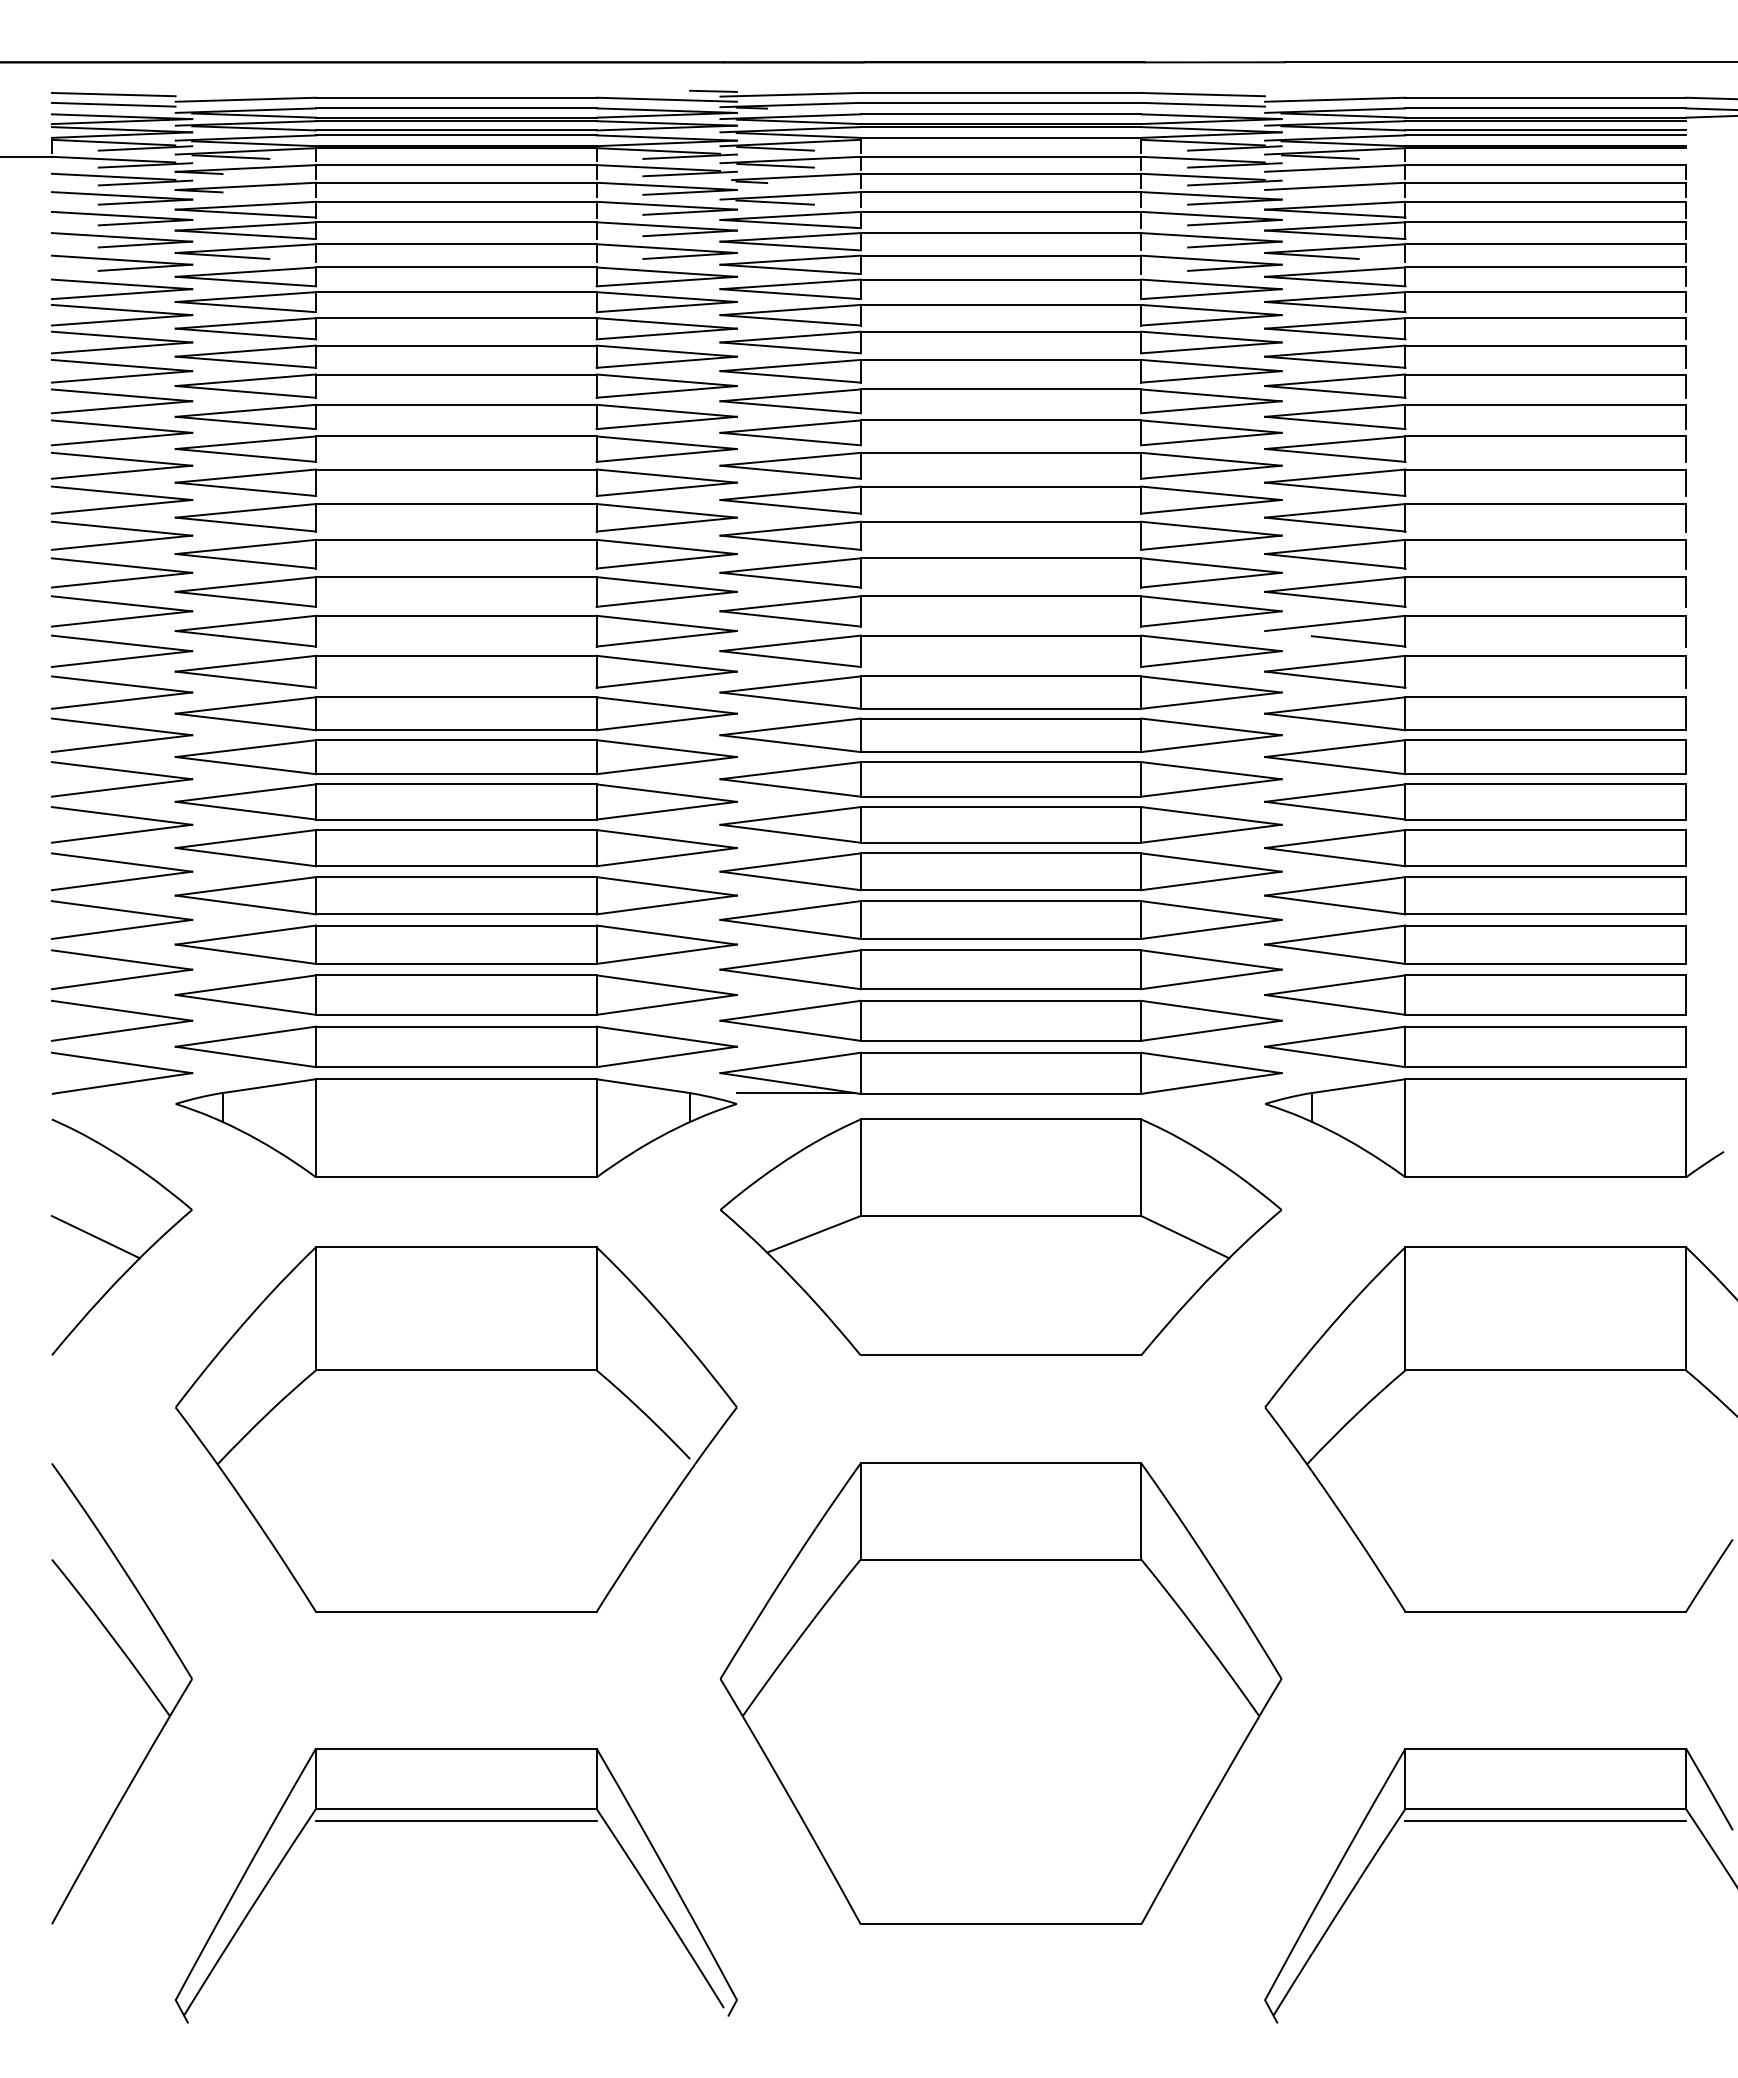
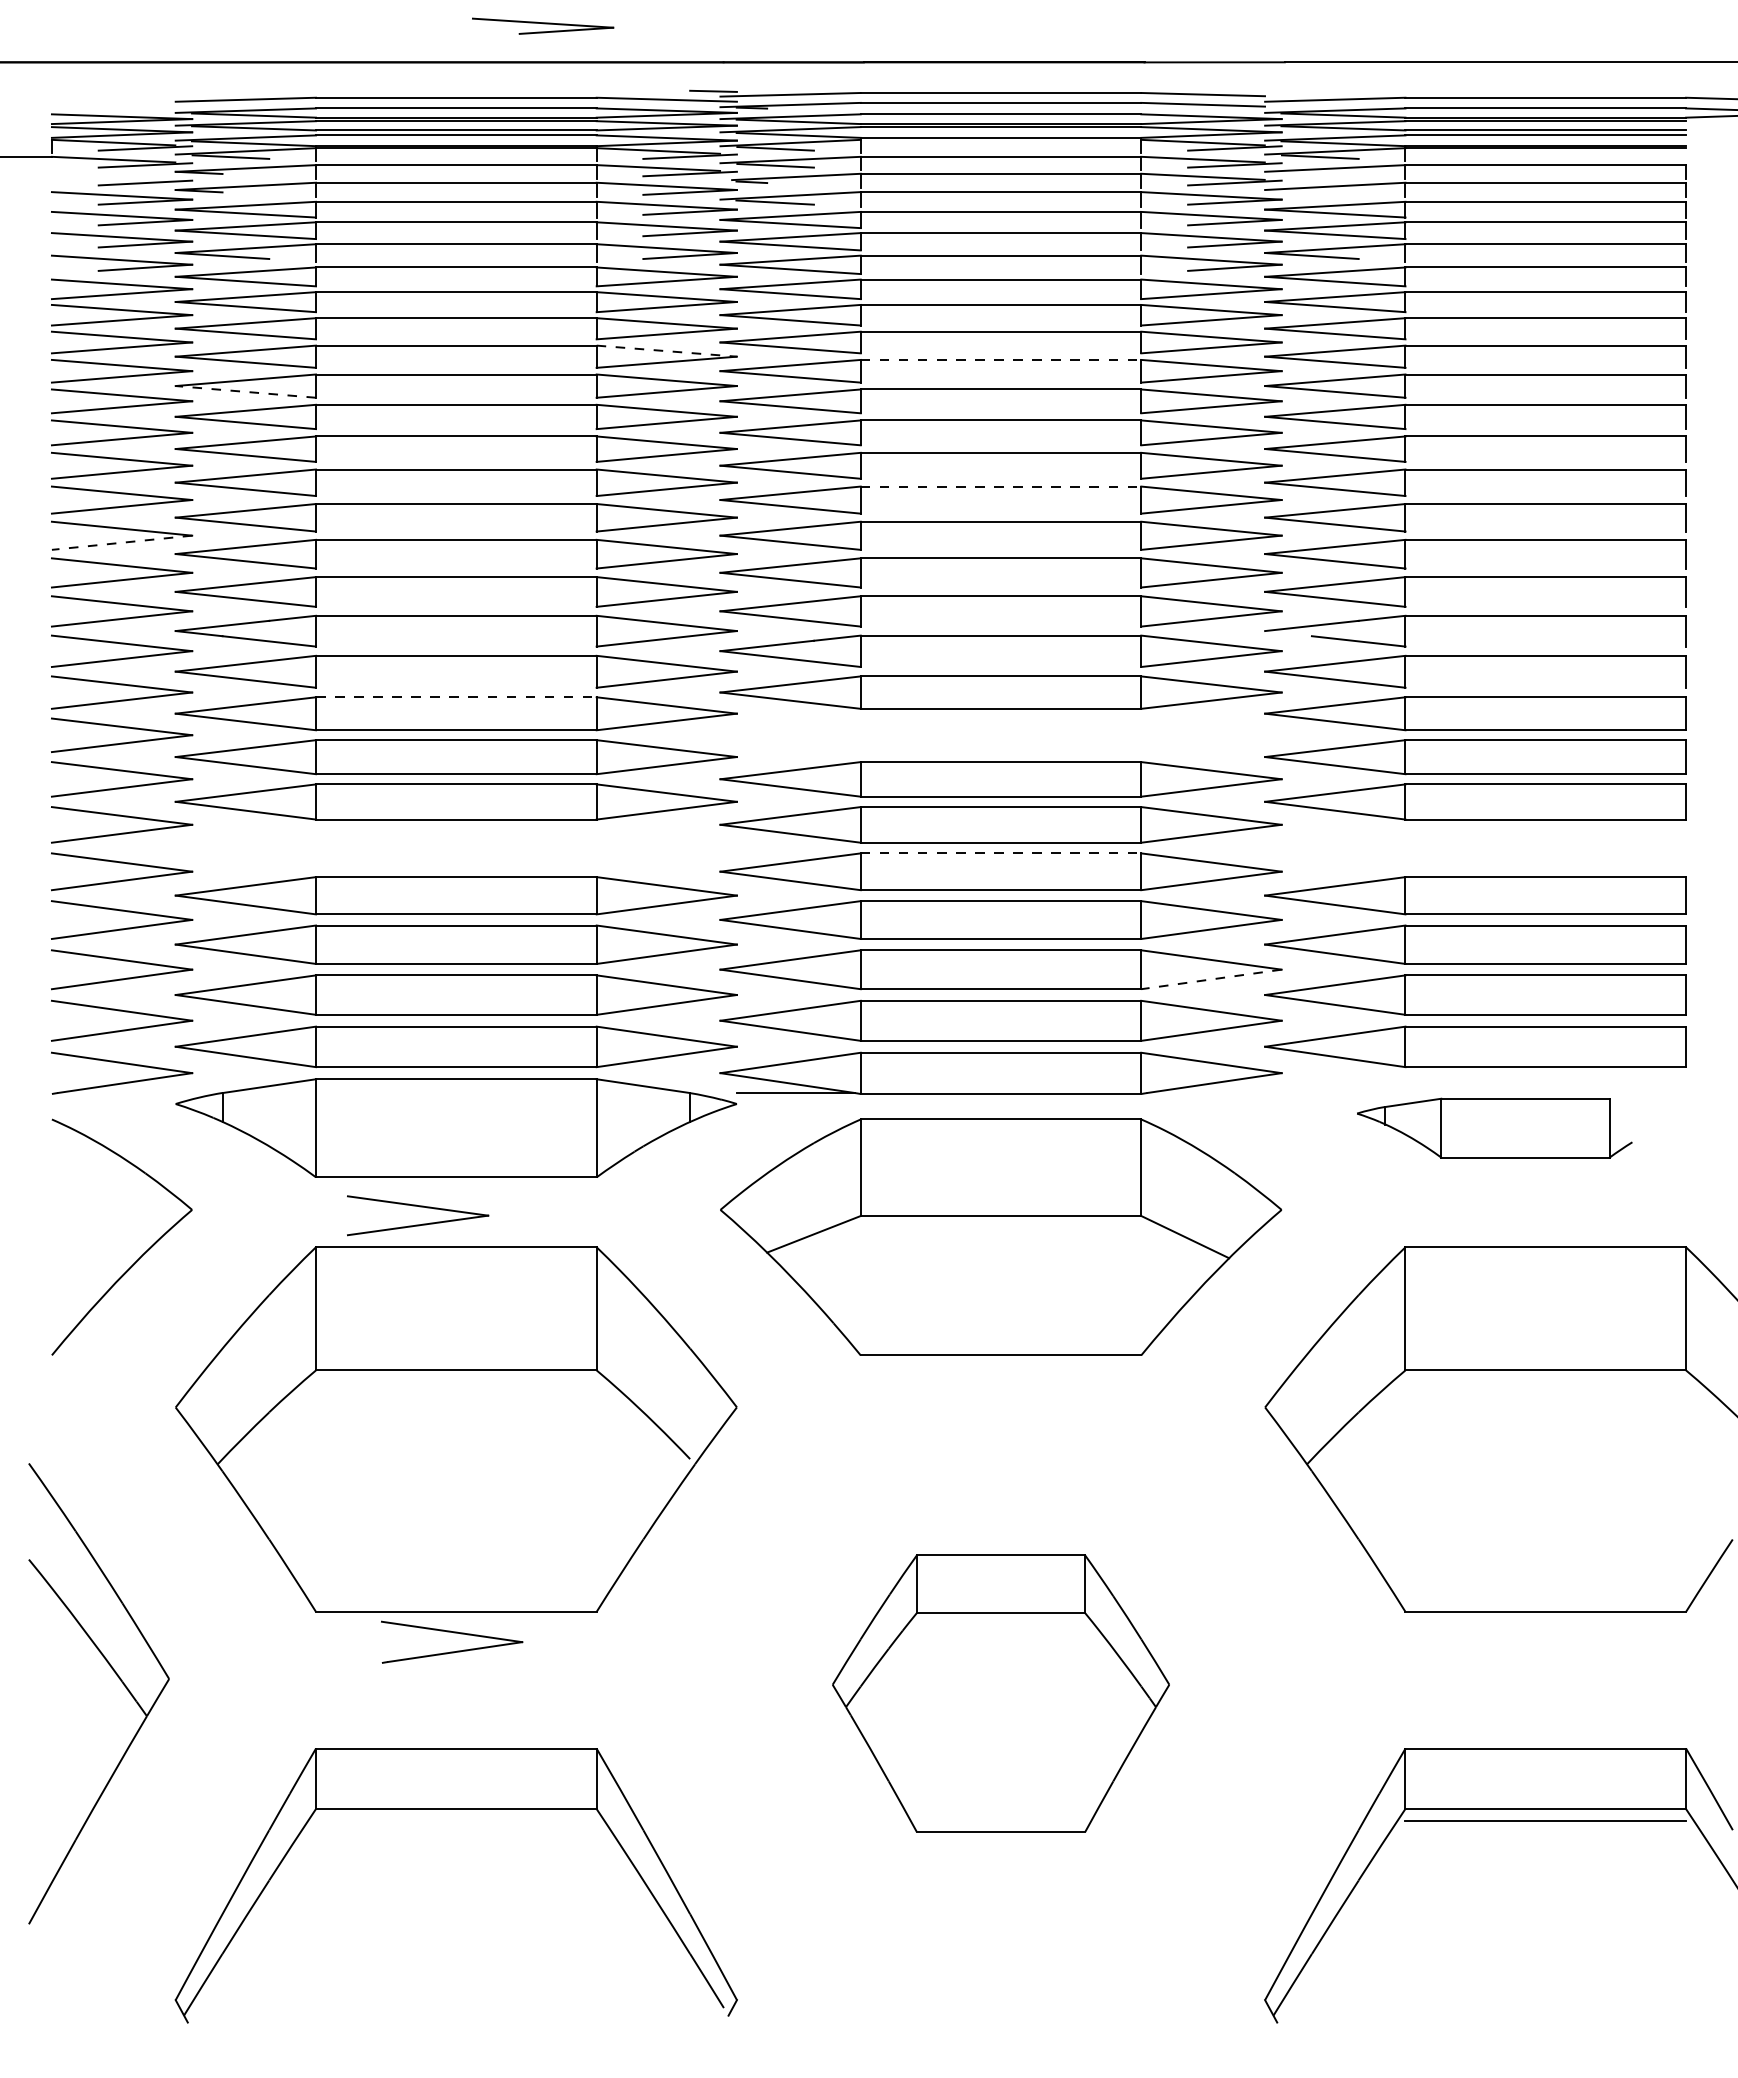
part at (543, 25): none -> present
line at (113, 94): present -> none
line at (113, 104): present -> none
line at (113, 176): present -> none
line at (667, 351): solid -> dashed
line at (1001, 359): solid -> dashed
line at (245, 391): solid -> dashed
line at (1001, 486): solid -> dashed
line at (121, 542): solid -> dashed
line at (456, 697): solid -> dashed
part at (1000, 734): present -> none
part at (455, 848): present -> none
part at (1475, 848): present -> none
line at (1001, 853): solid -> dashed
line at (1211, 979): solid -> dashed
part at (1494, 1127) size: 460x100 px -> 276x62 px
part at (419, 1207): none -> present
line at (95, 1237): present -> none
part at (453, 1633): none -> present
part at (141, 1678) position: (141, 1678) -> (118, 1678)
part at (1000, 1693) size: 564x463 px -> 338x279 px
line at (456, 1821): present -> none
